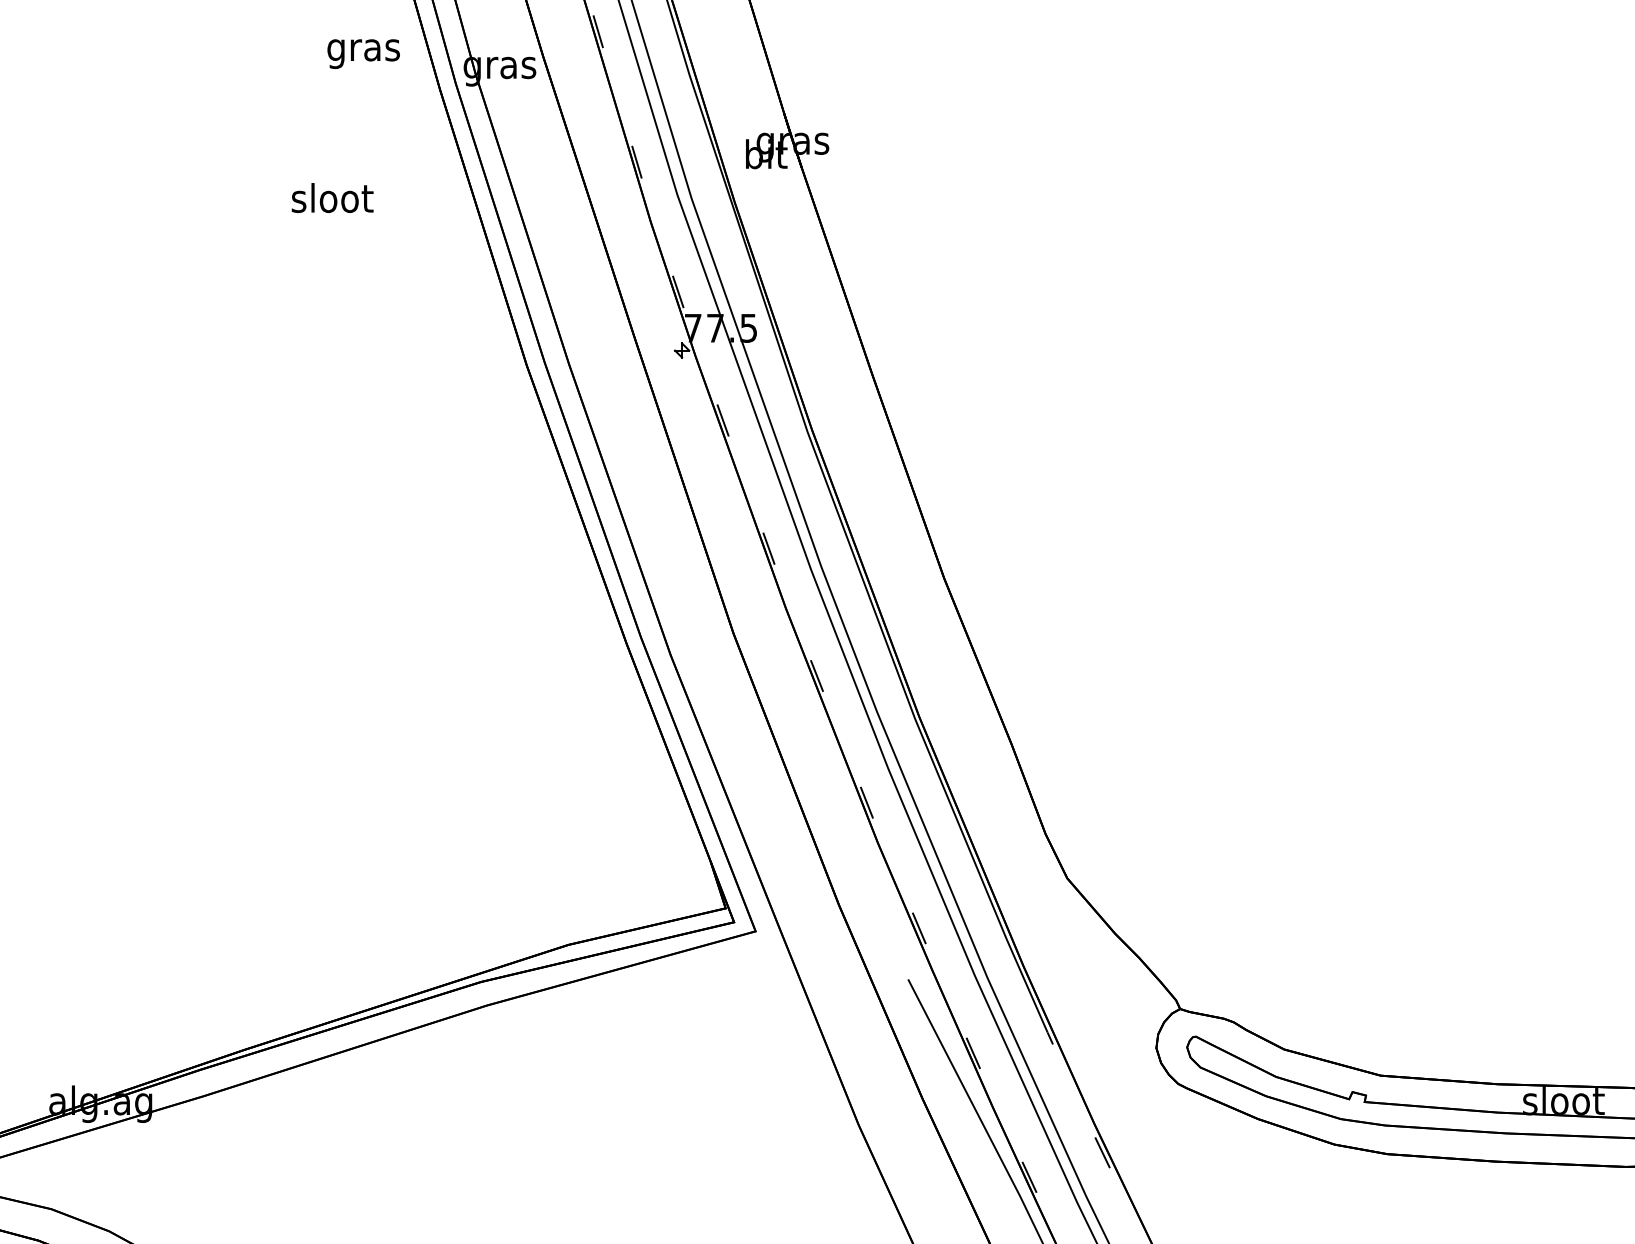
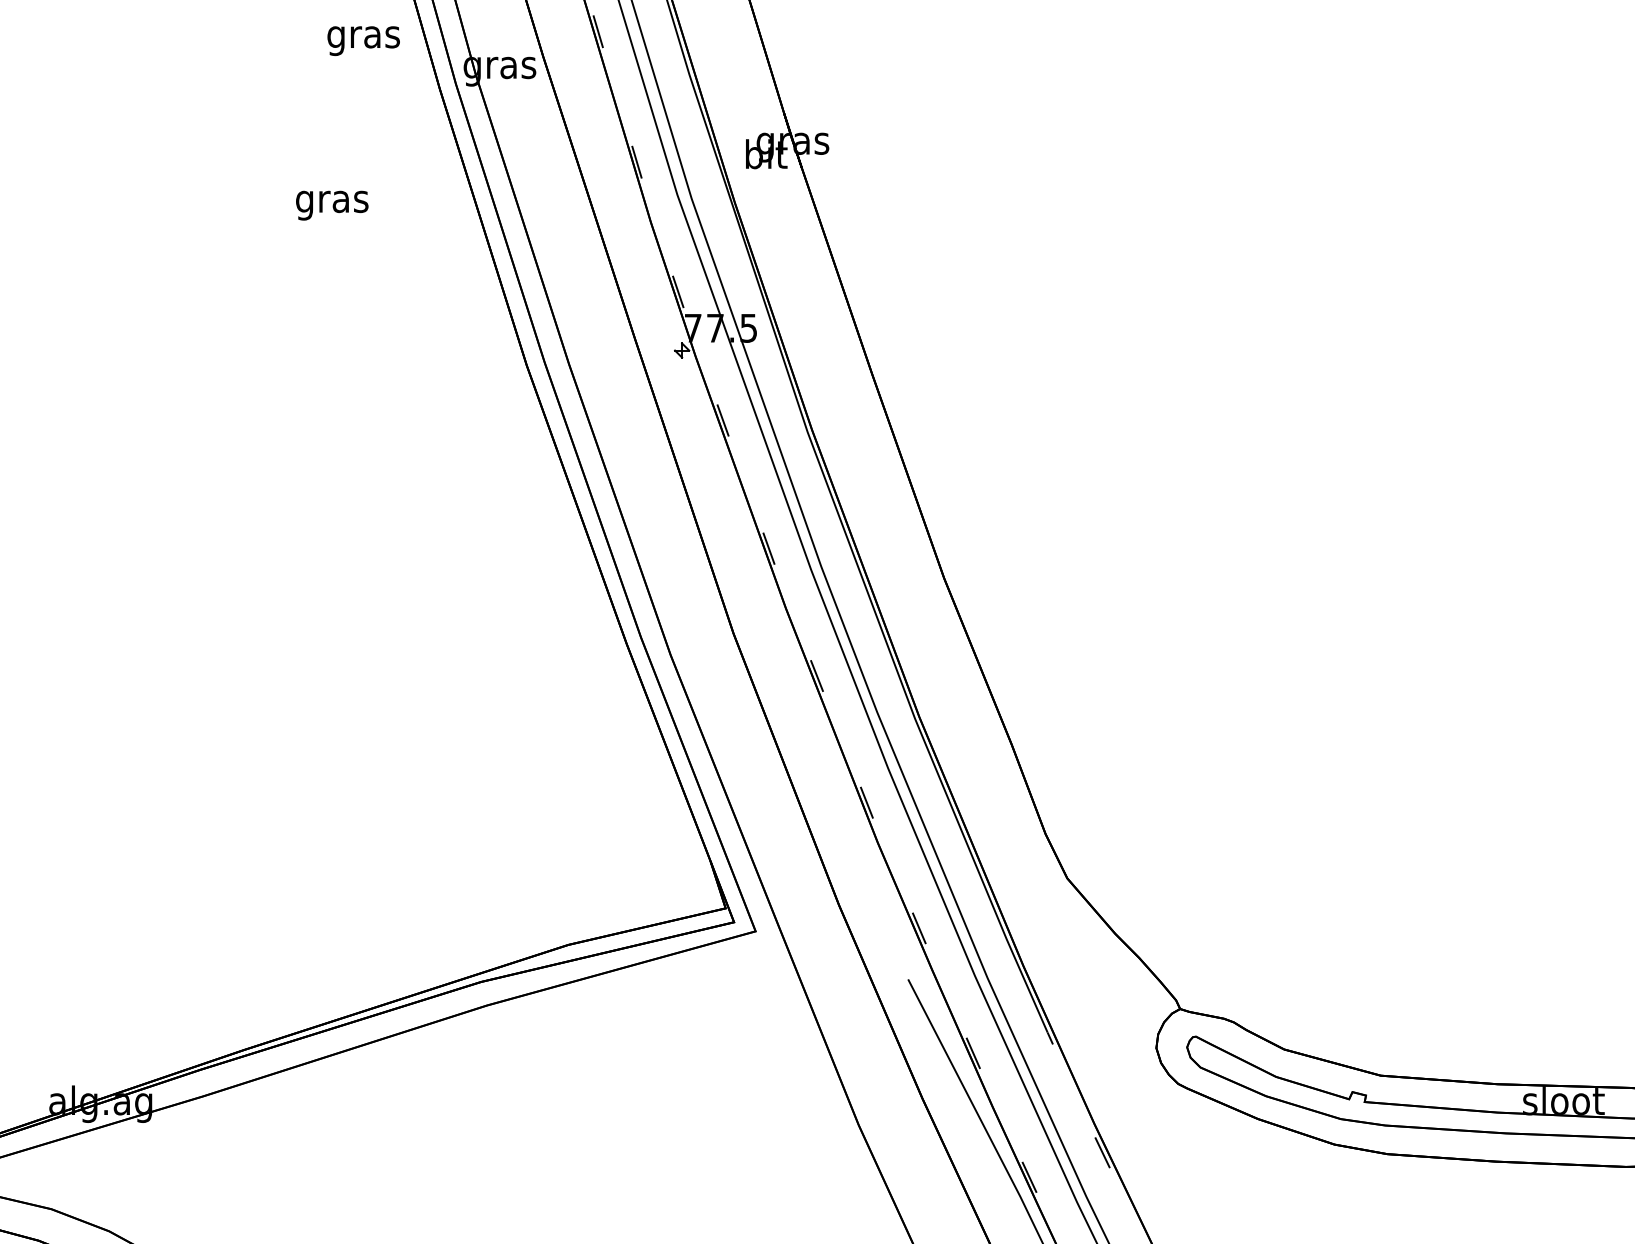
text at (363, 53) position: (363, 53) -> (363, 40)
text at (332, 201): sloot -> gras
